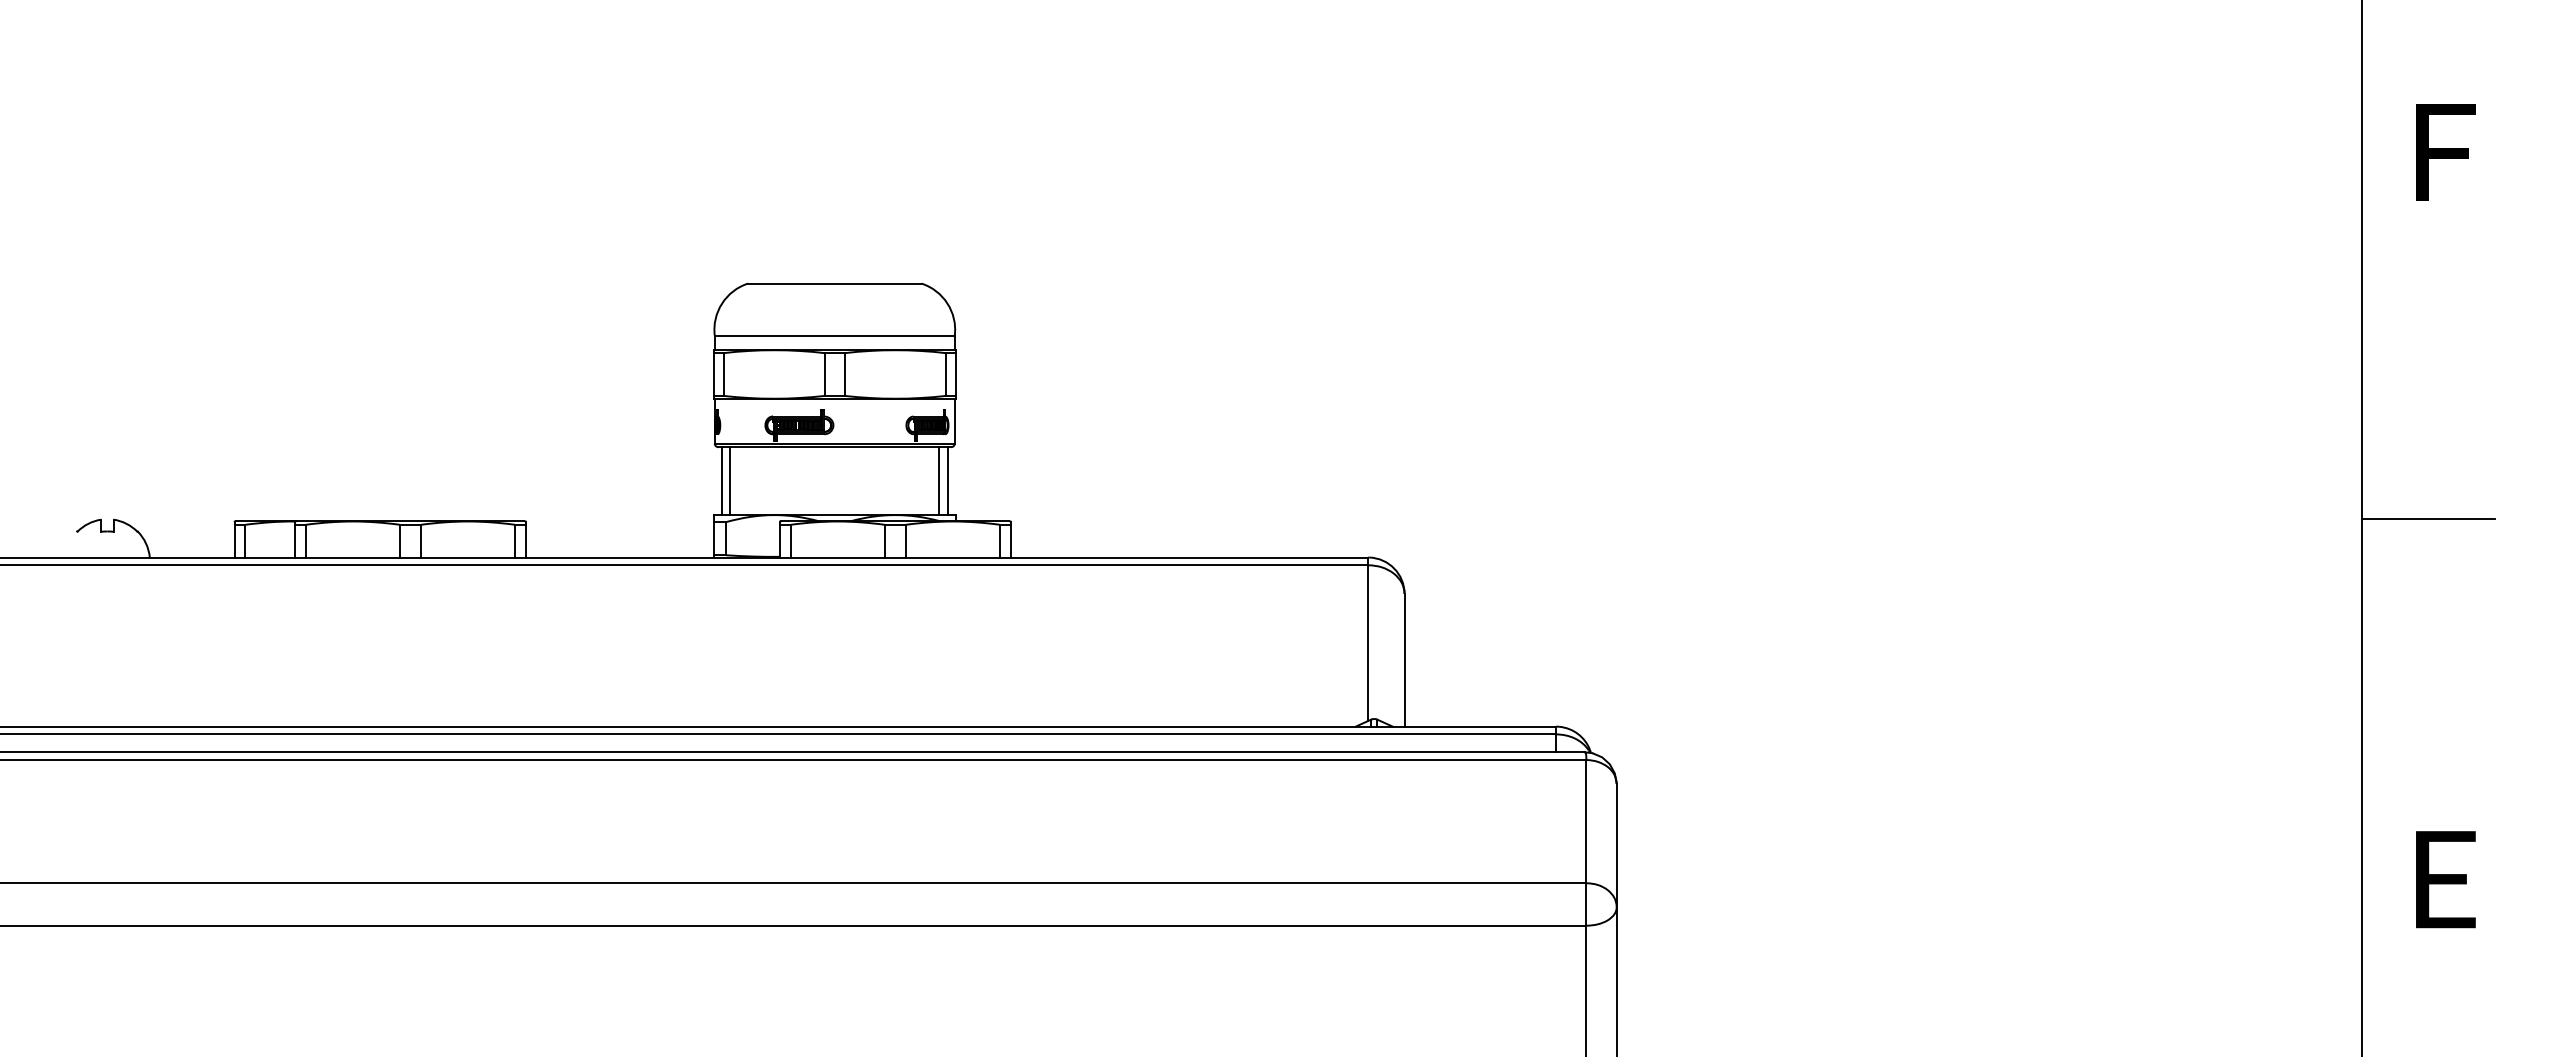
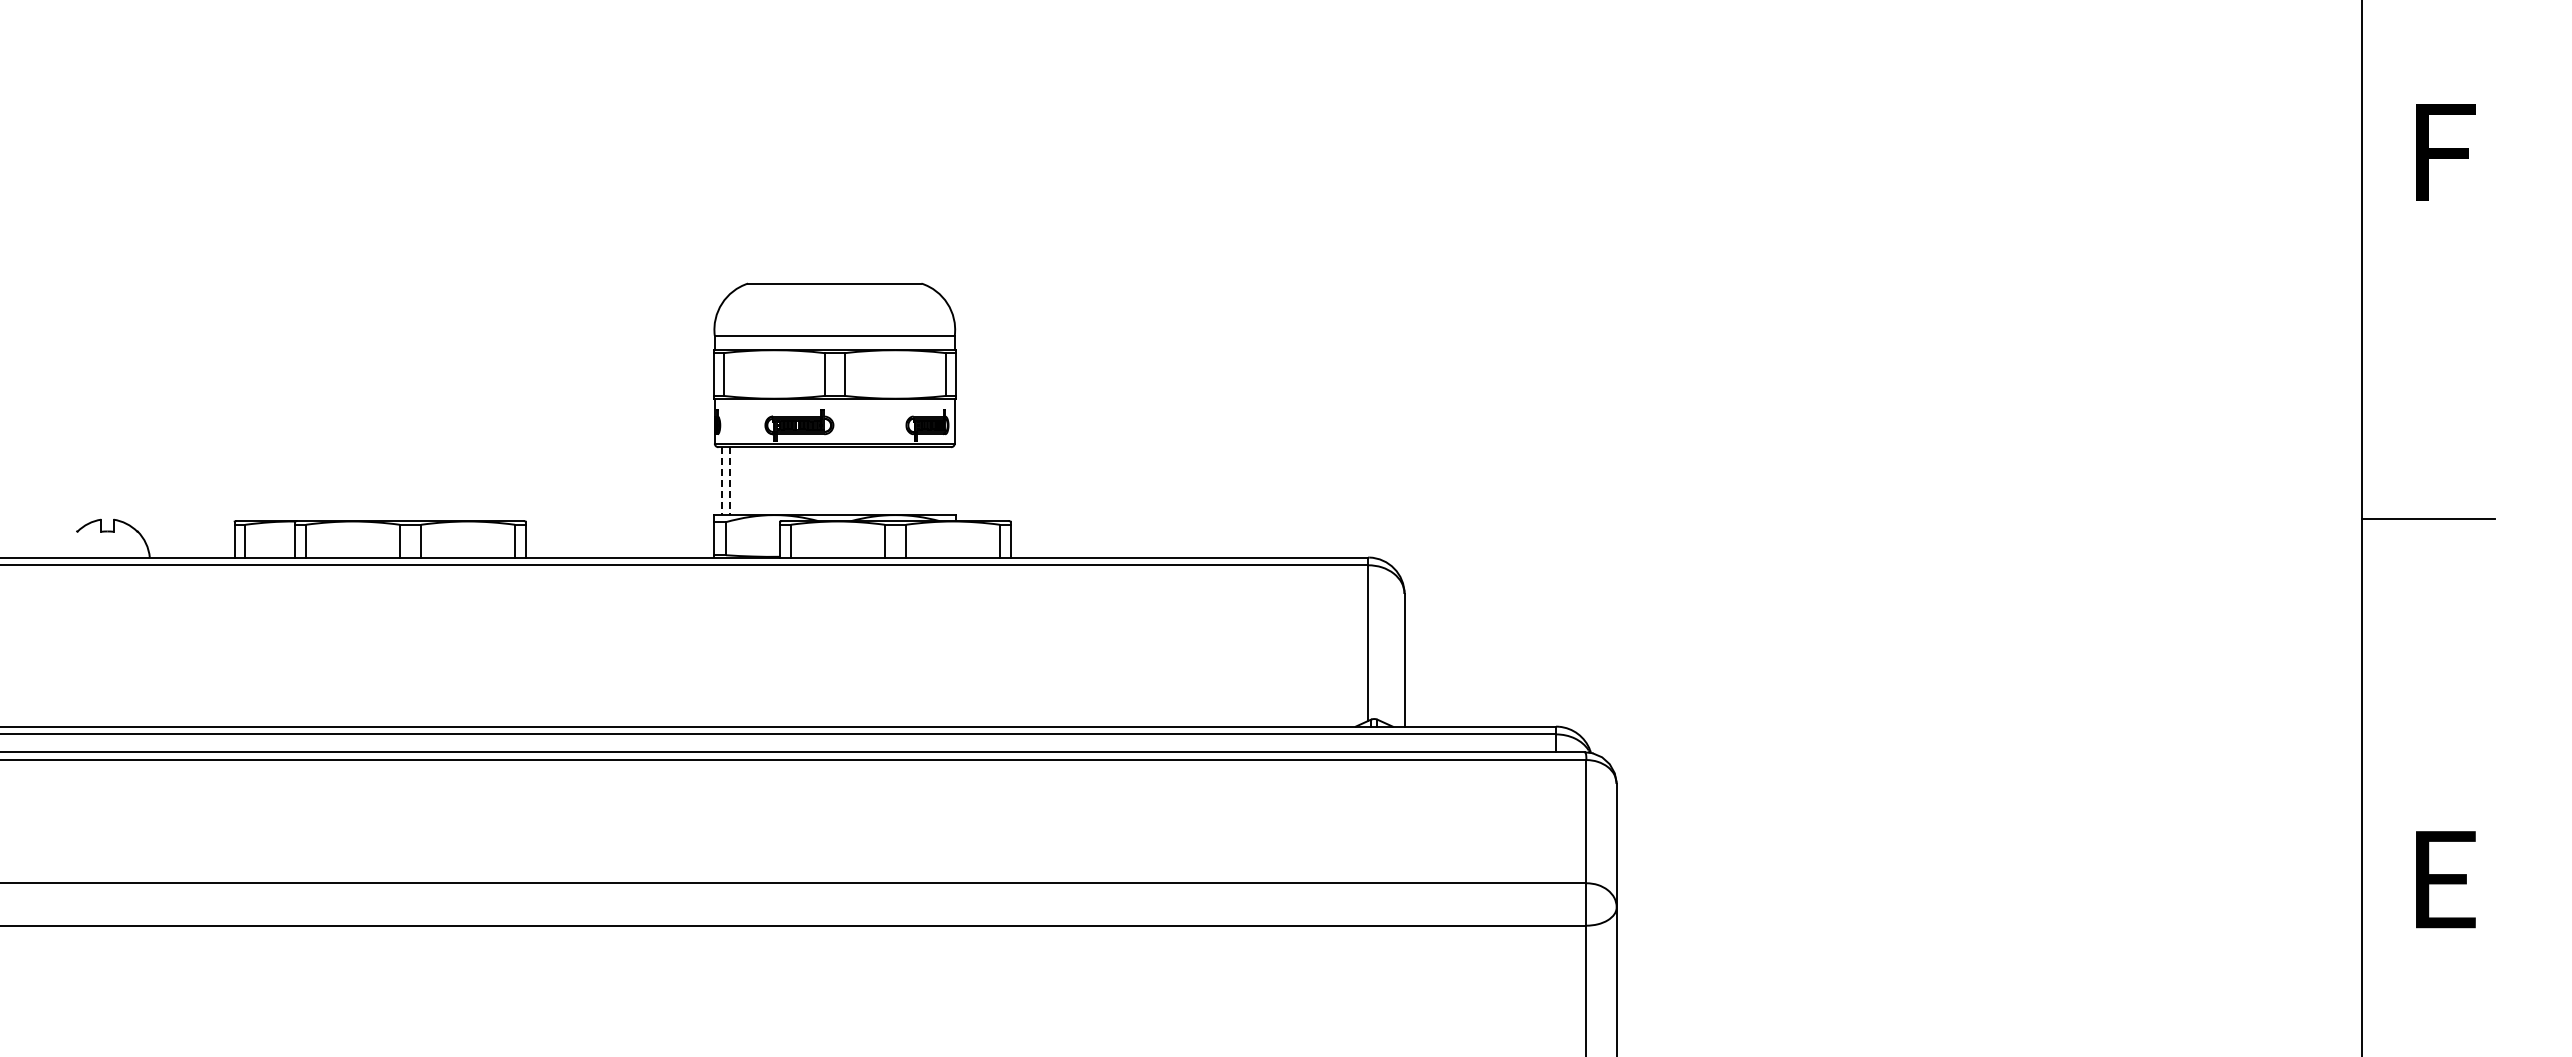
line at (722, 481): solid -> dashed
line at (730, 481): solid -> dashed
line at (939, 481): present -> none
line at (947, 481): present -> none
